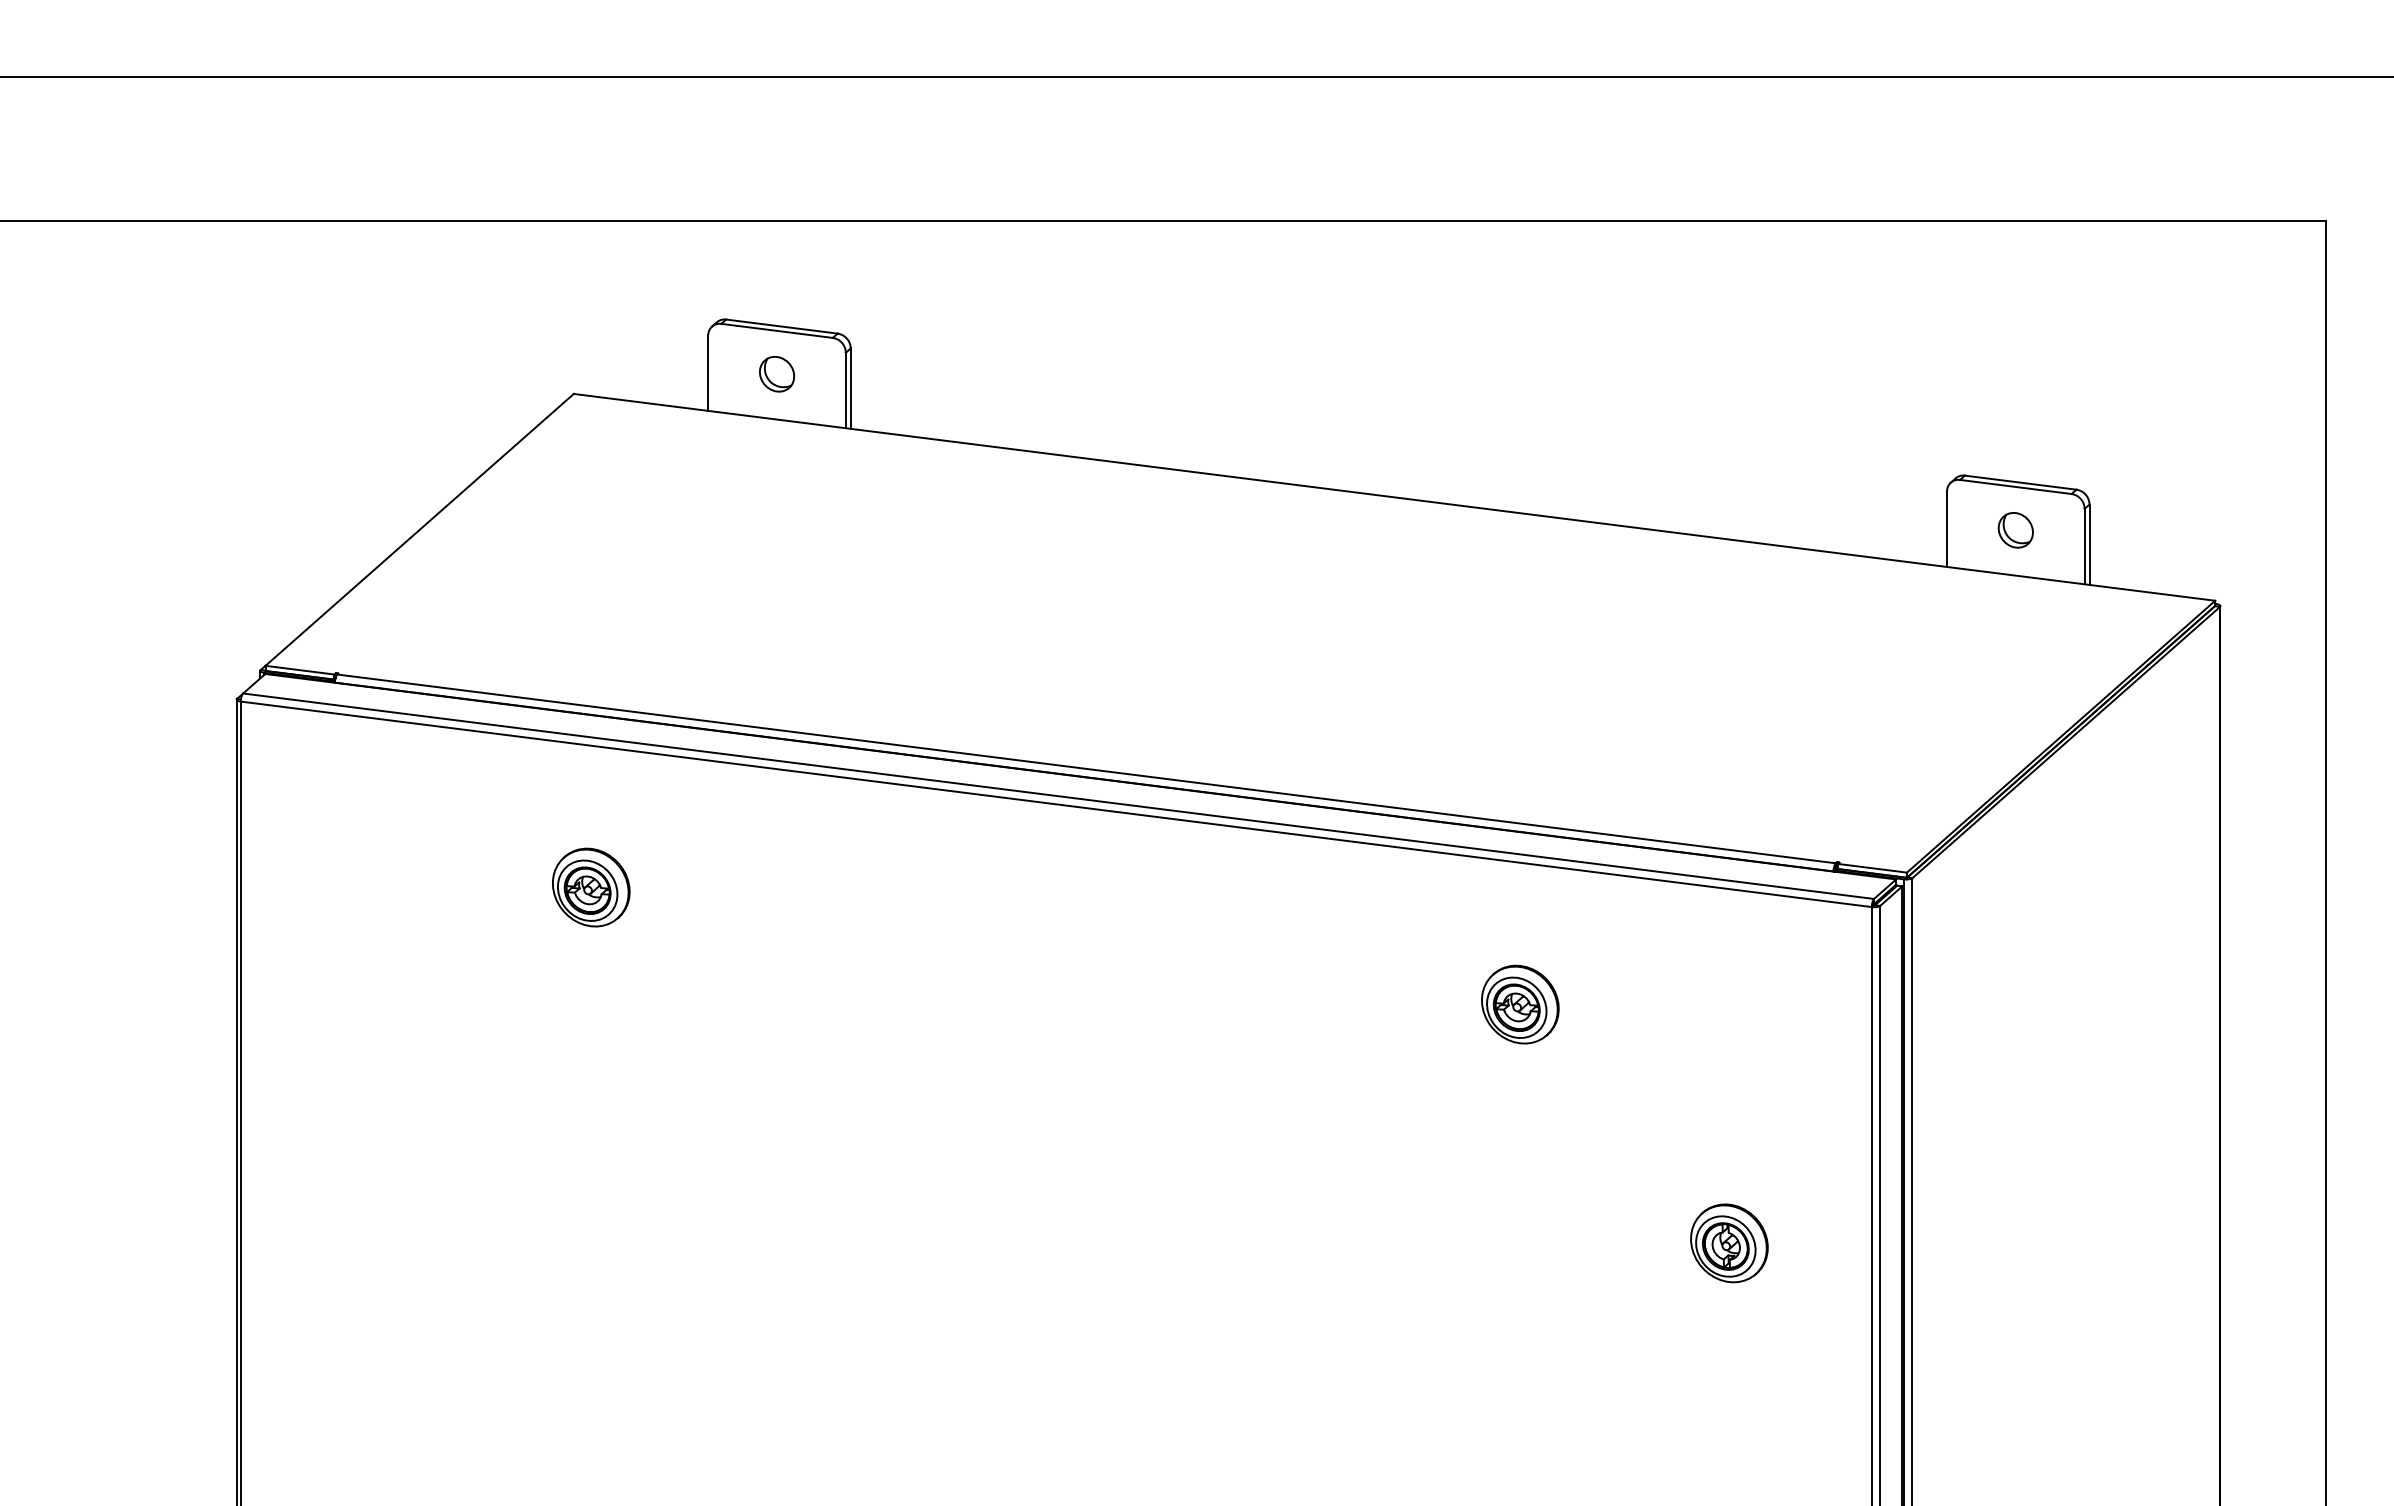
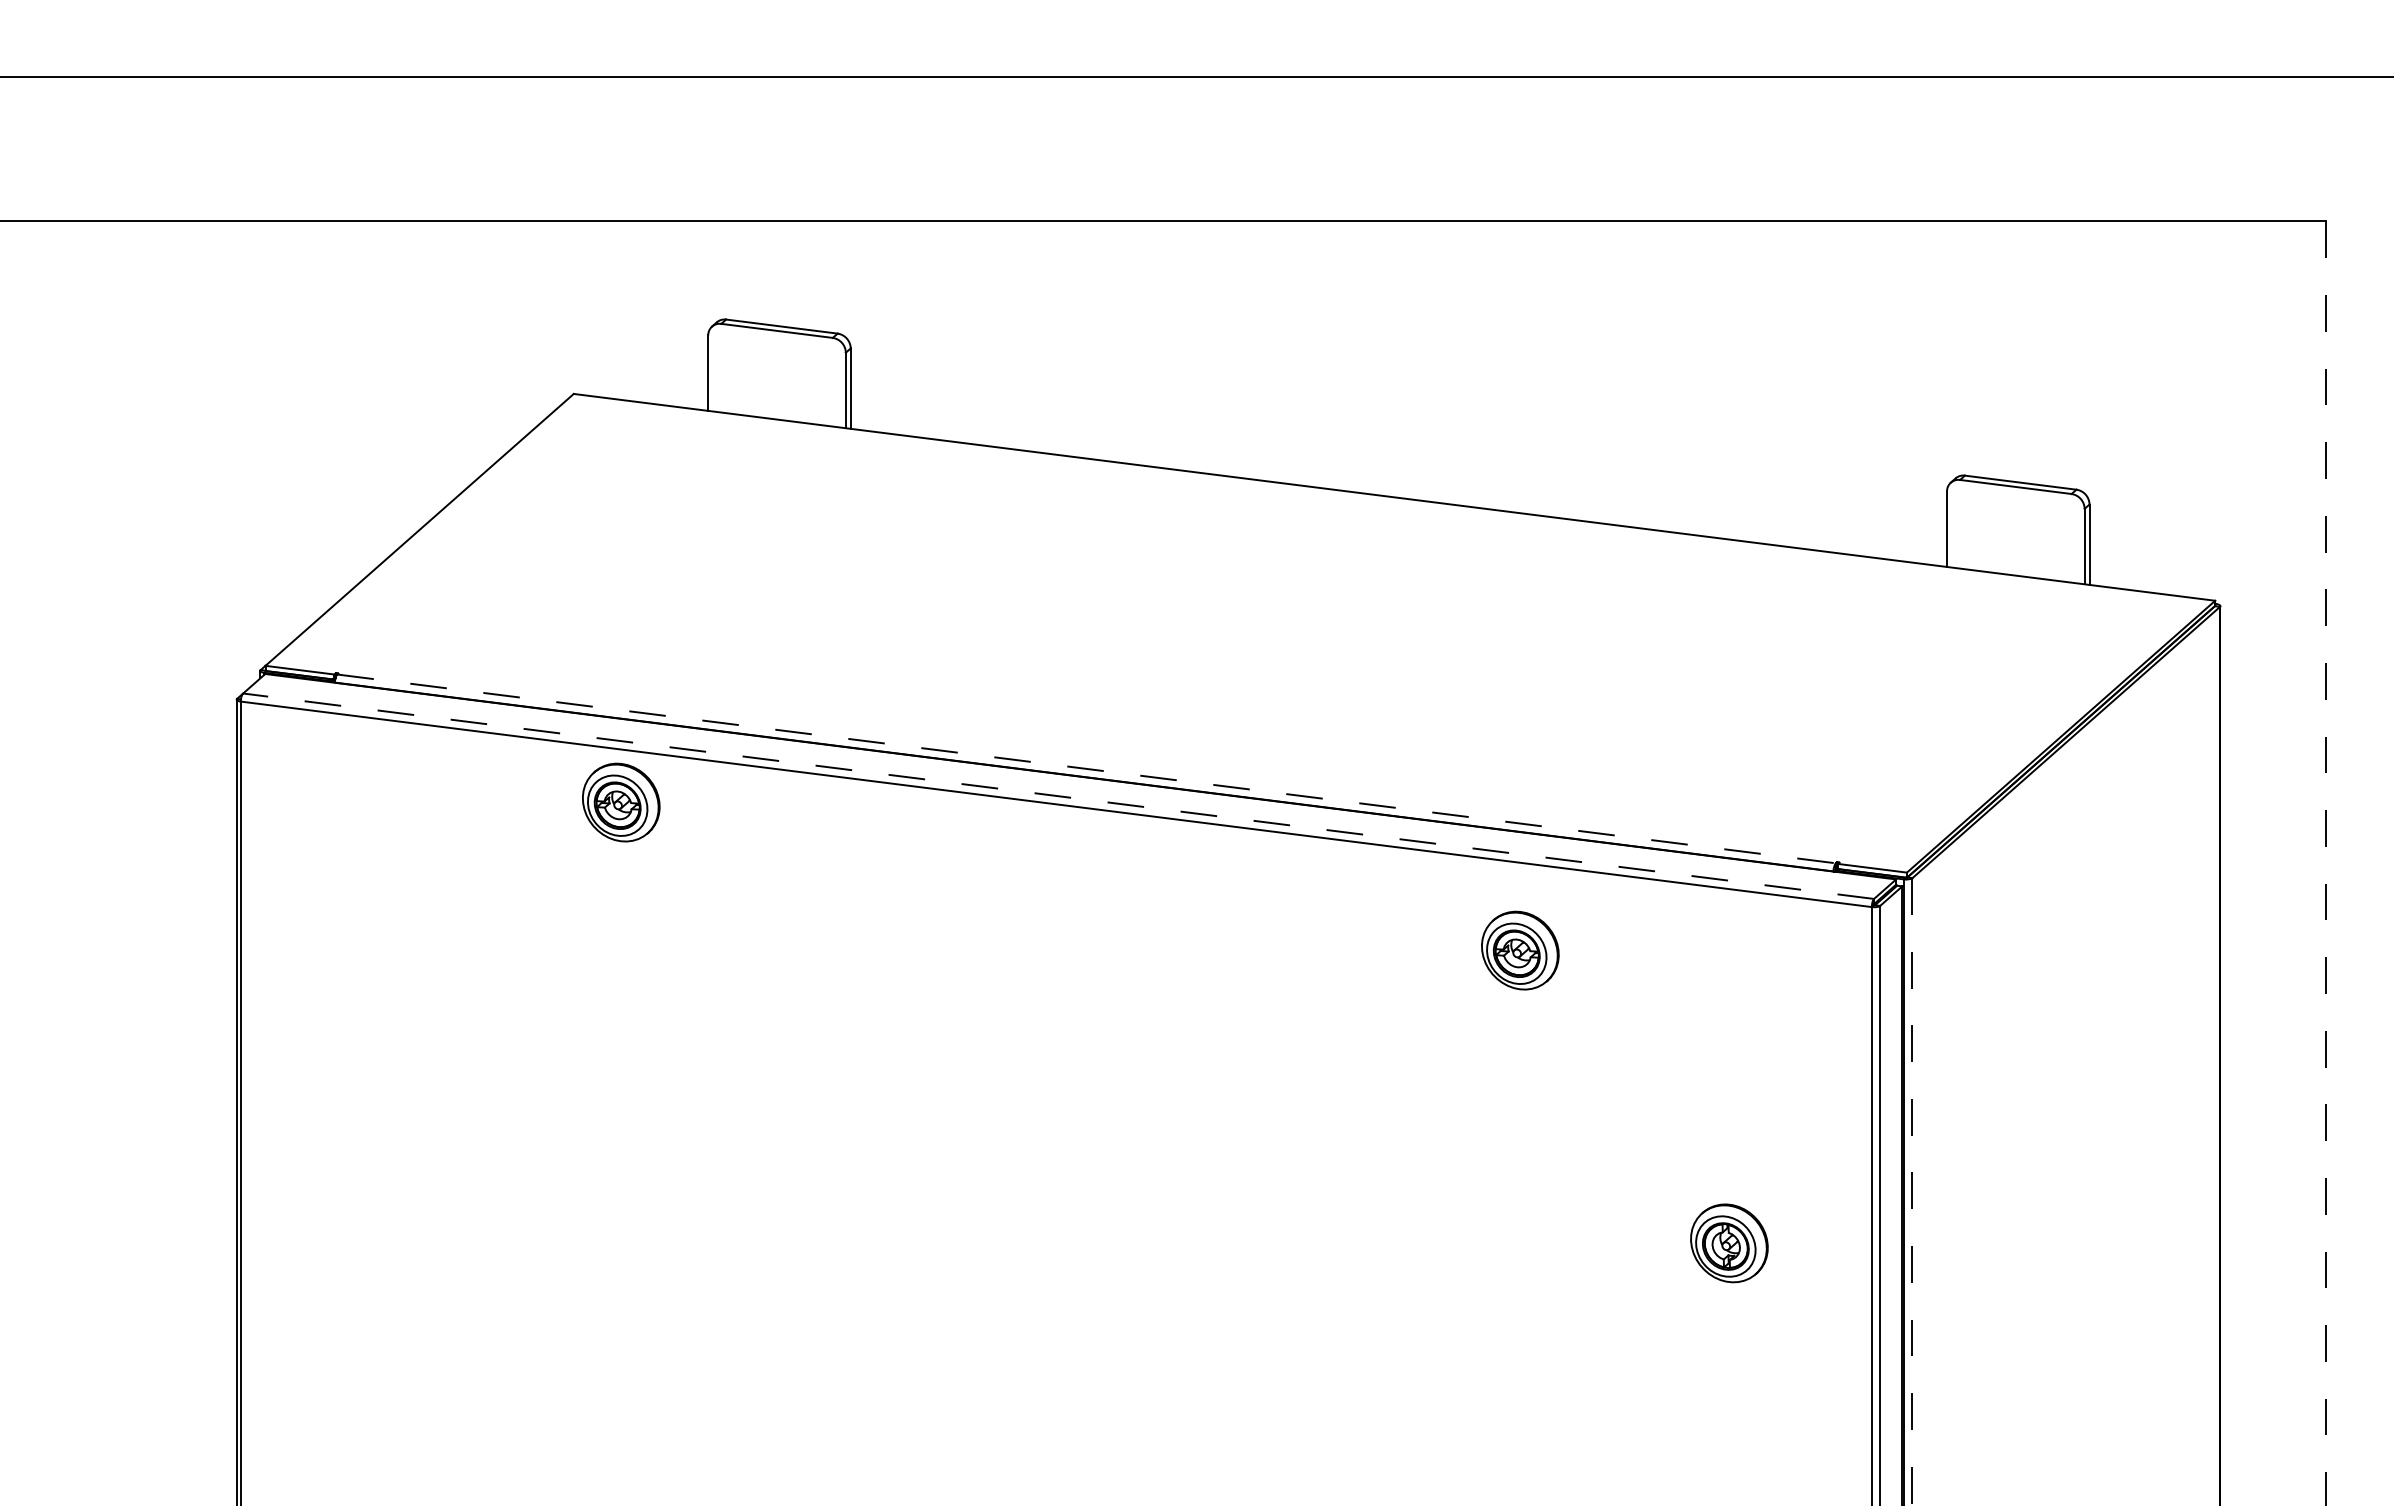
part at (777, 374): present -> none
part at (2015, 530): present -> none
line at (1087, 768): solid -> dashed
line at (1058, 796): solid -> dashed
line at (2325, 863): solid -> dashed
part at (591, 887) position: (591, 887) -> (621, 802)
part at (1520, 1004) position: (1520, 1004) -> (1520, 950)
line at (1912, 1192): solid -> dashed
